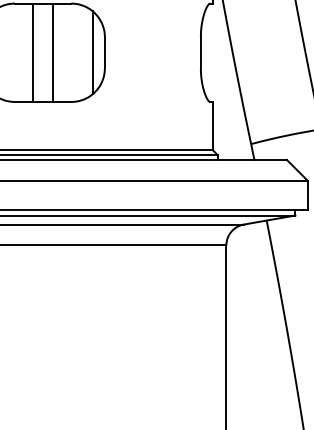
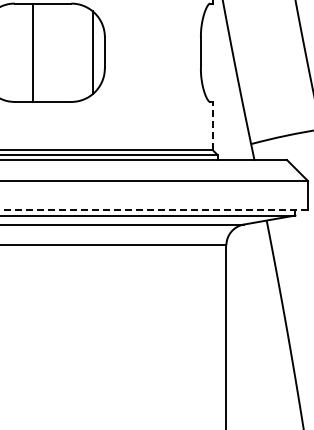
line at (52, 52): present -> none
line at (212, 125): solid -> dashed
line at (154, 210): solid -> dashed
